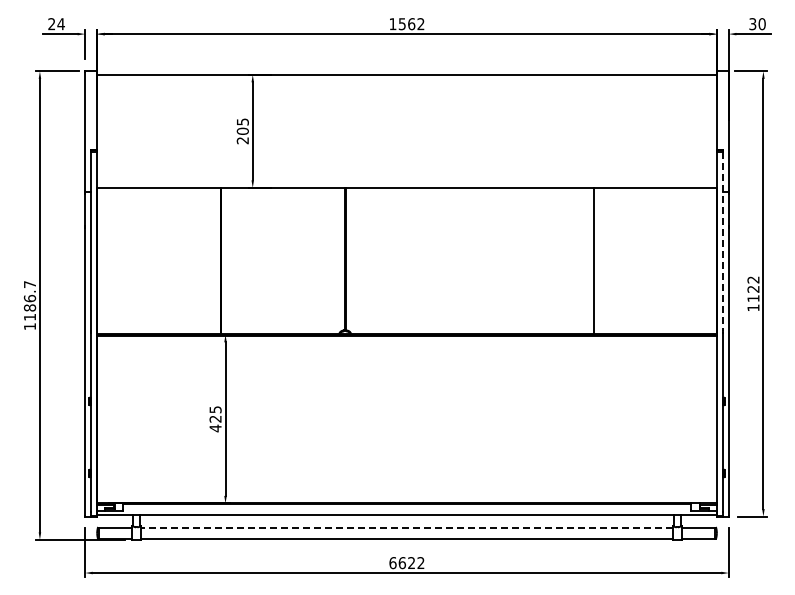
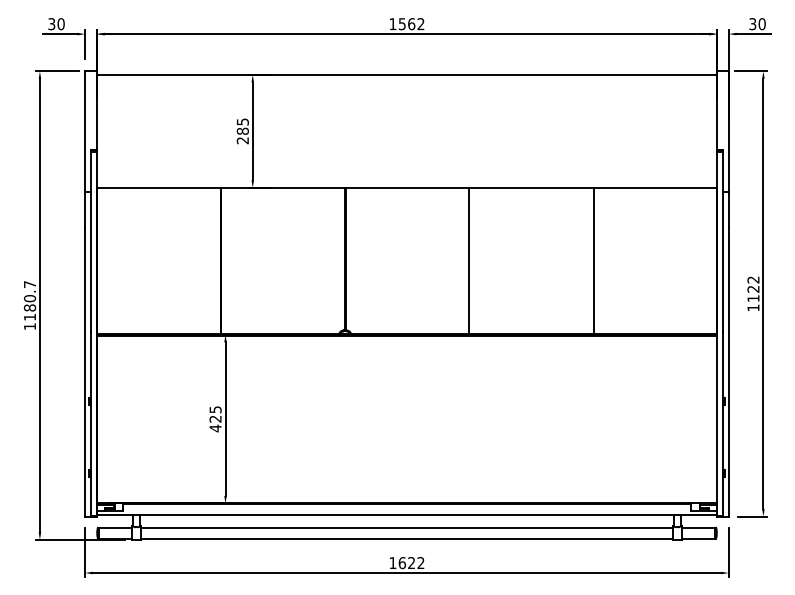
text at (56, 24): 24 -> 30
text at (242, 130): 205 -> 285
line at (722, 242): dashed -> solid
line at (469, 260): none -> present
text at (29, 298): 1186.7 -> 1180.7
line at (407, 527): dashed -> solid
text at (392, 563): 6622 -> 1622
